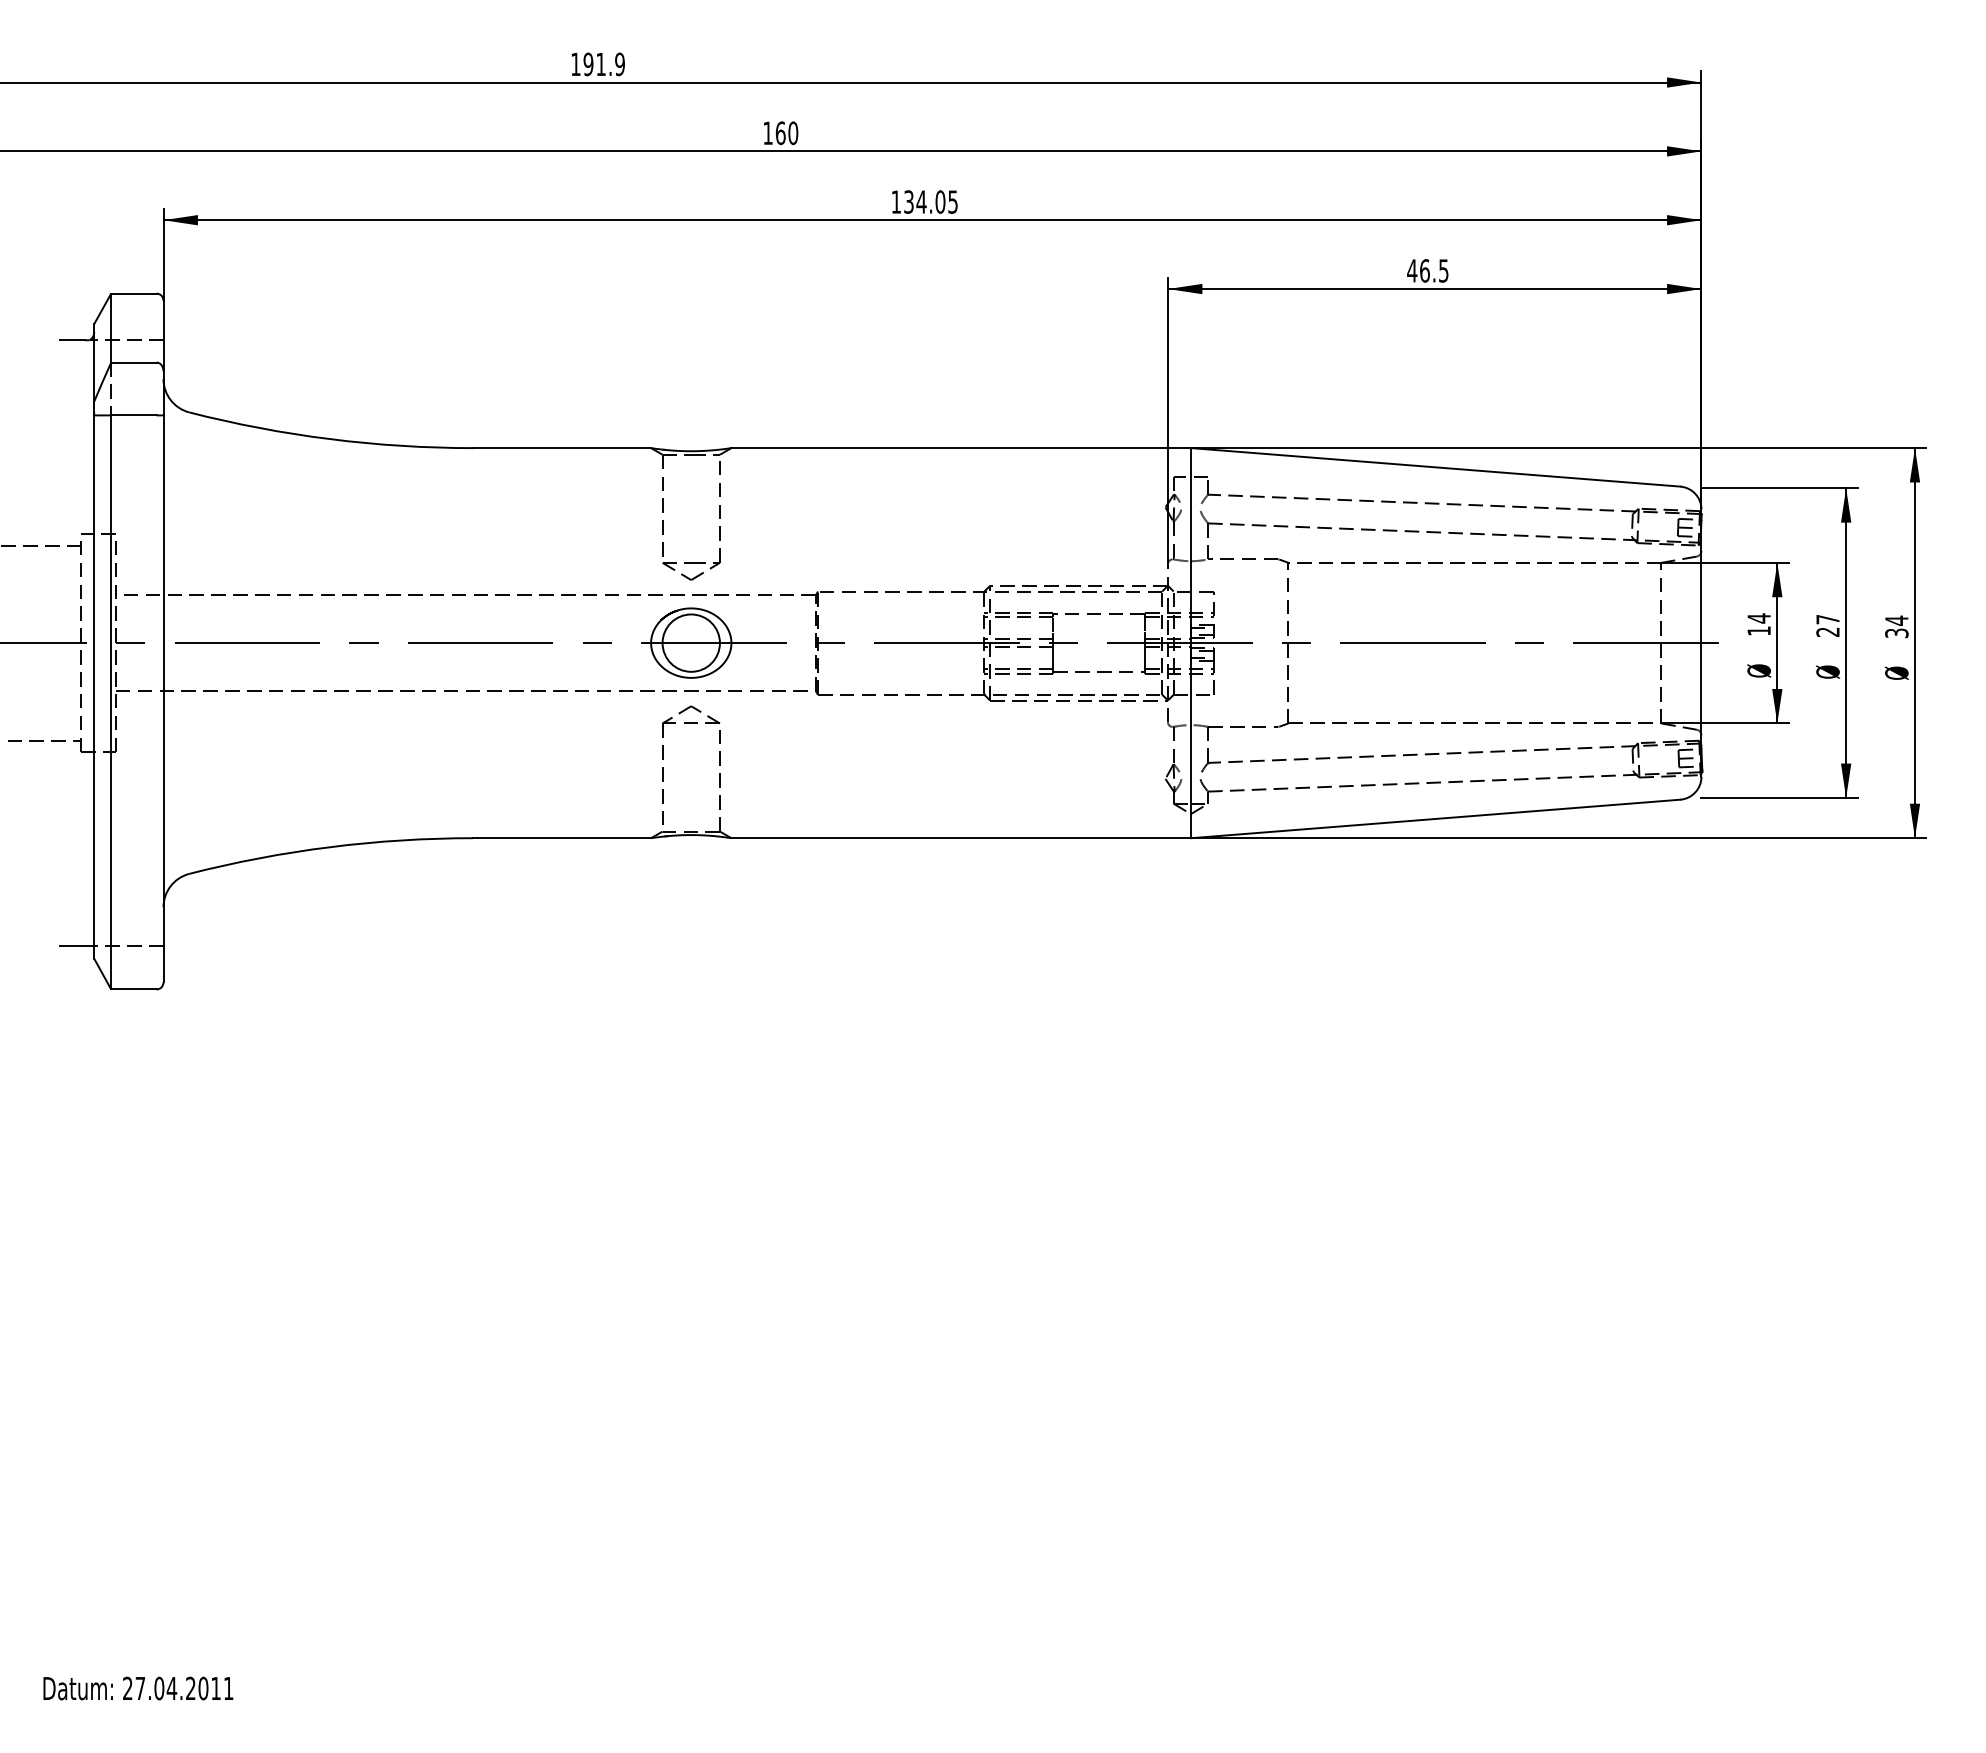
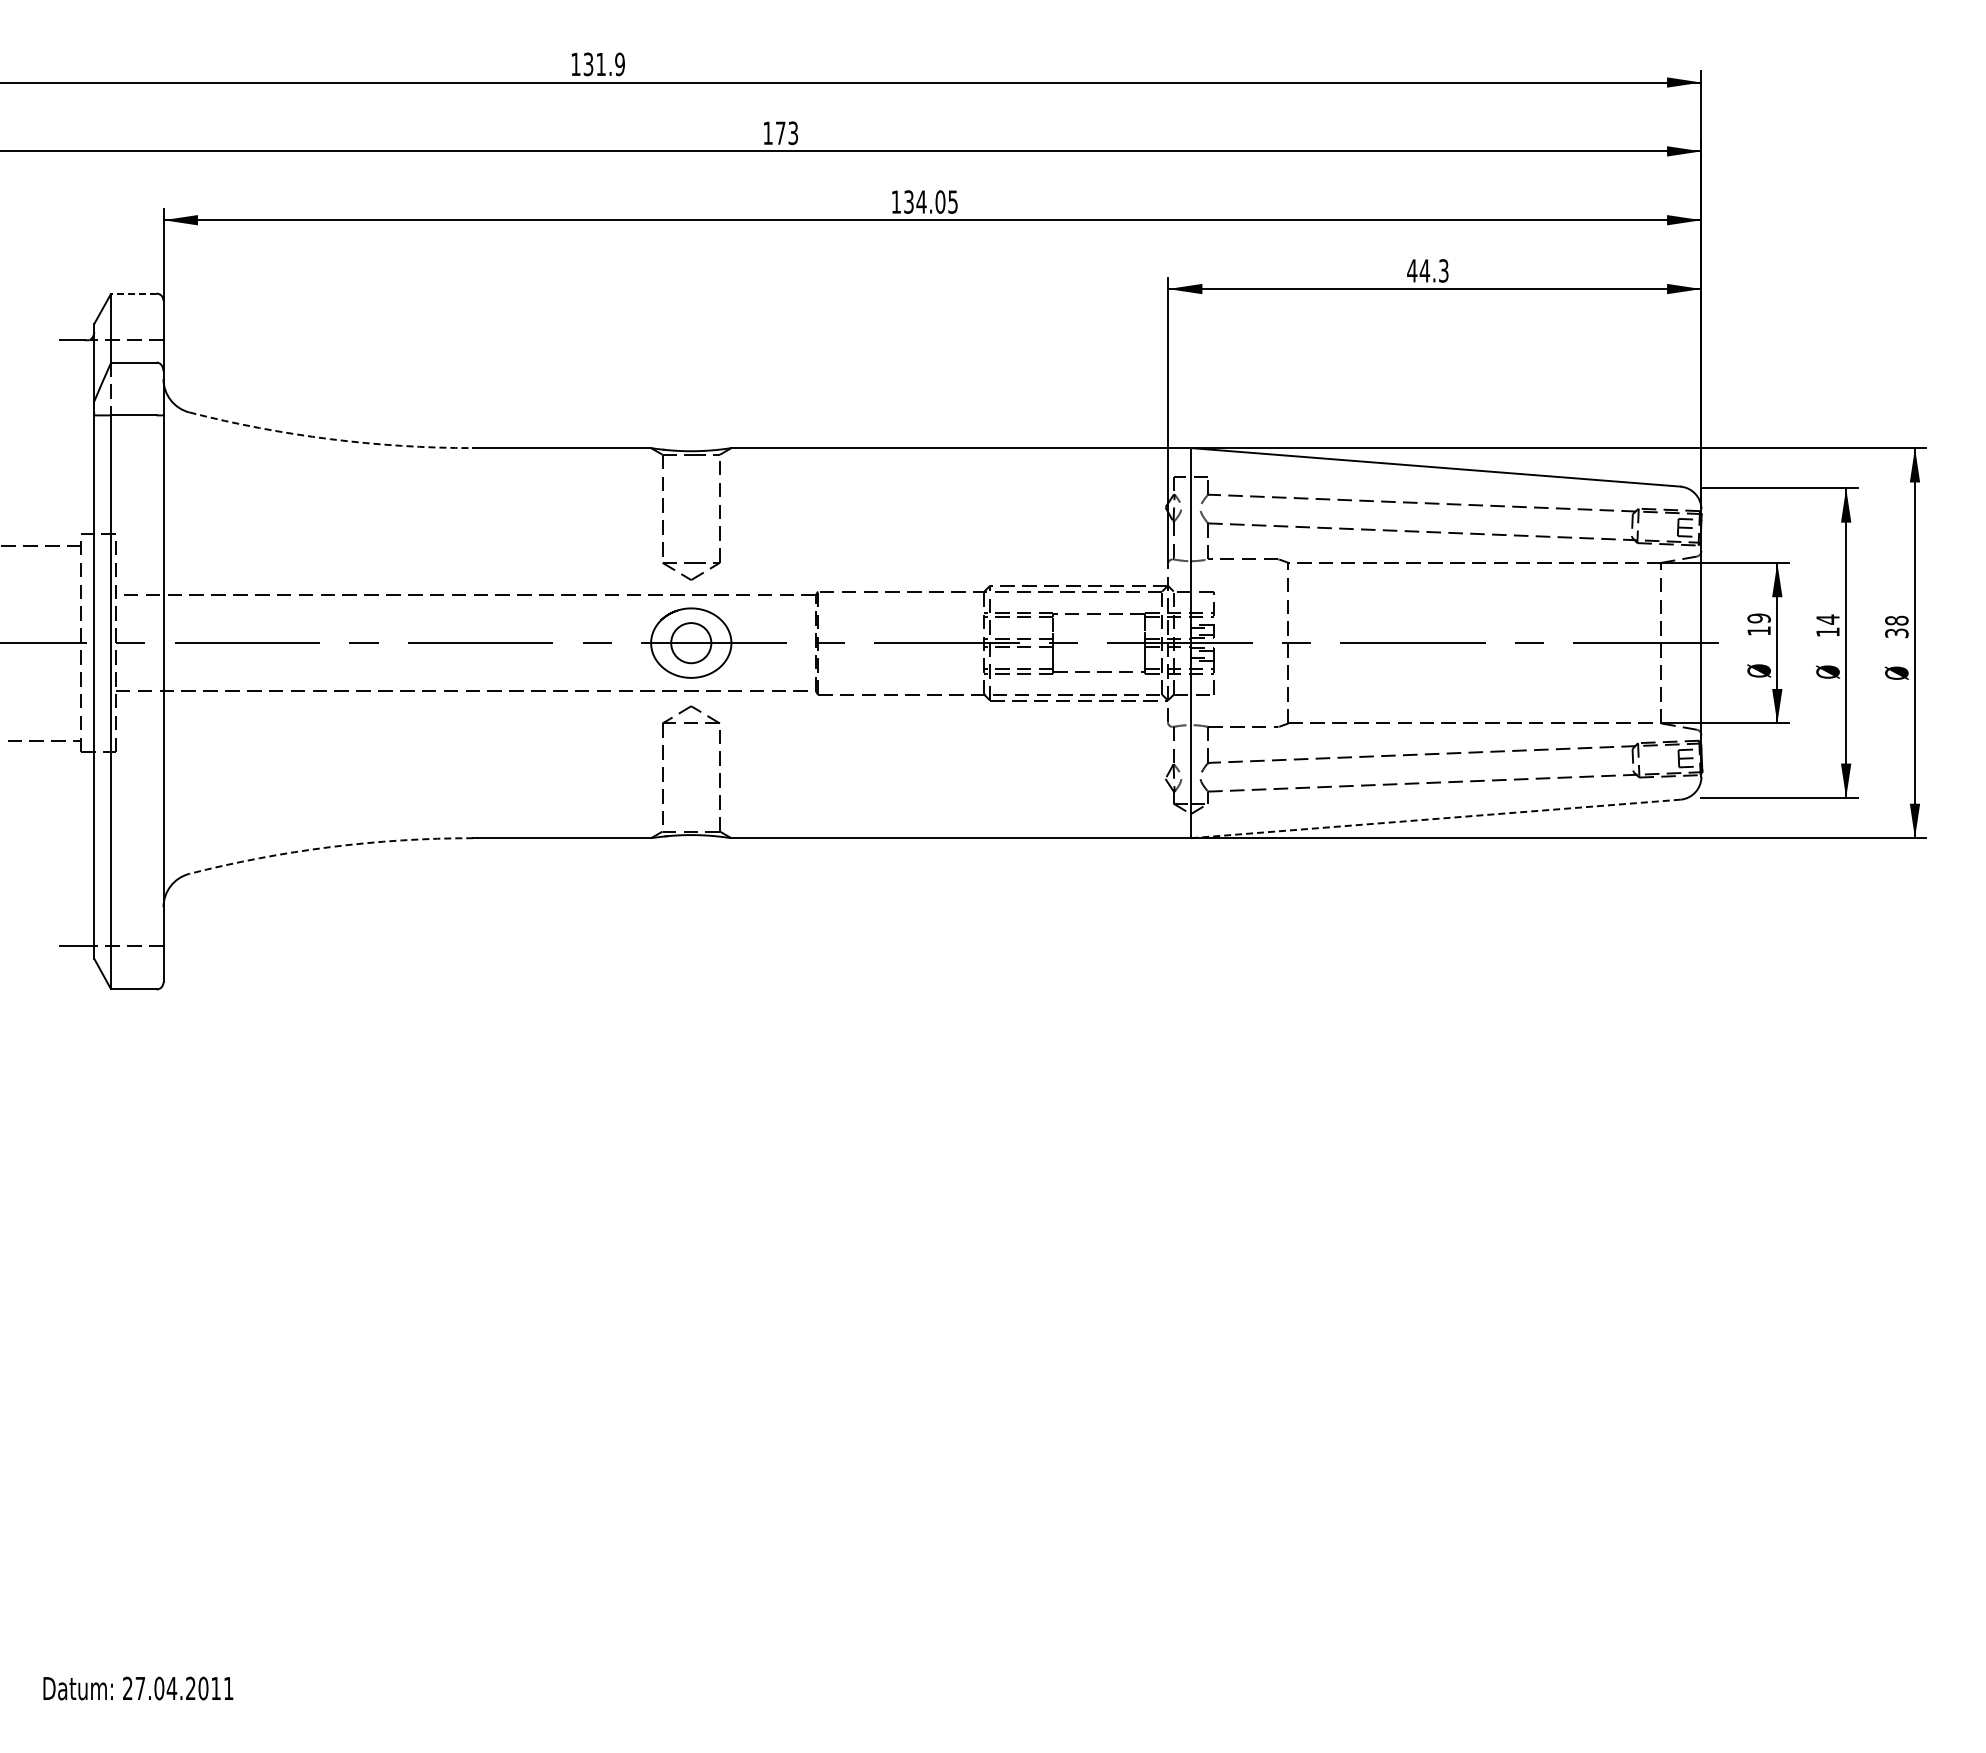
text at (588, 63): 191.9 -> 131.9
text at (786, 133): 160 -> 173
text at (1433, 270): 46.5 -> 44.3
line at (133, 293): solid -> dashed
arc at (330, 439): solid -> dashed
text at (1758, 618): 14 -> 19
text at (1896, 620): 34 -> 38
text at (1827, 625): 27 -> 14
circle at (690, 642) diameter: 57 px -> 40 px
line at (1436, 818): solid -> dashed
arc at (330, 847): solid -> dashed
